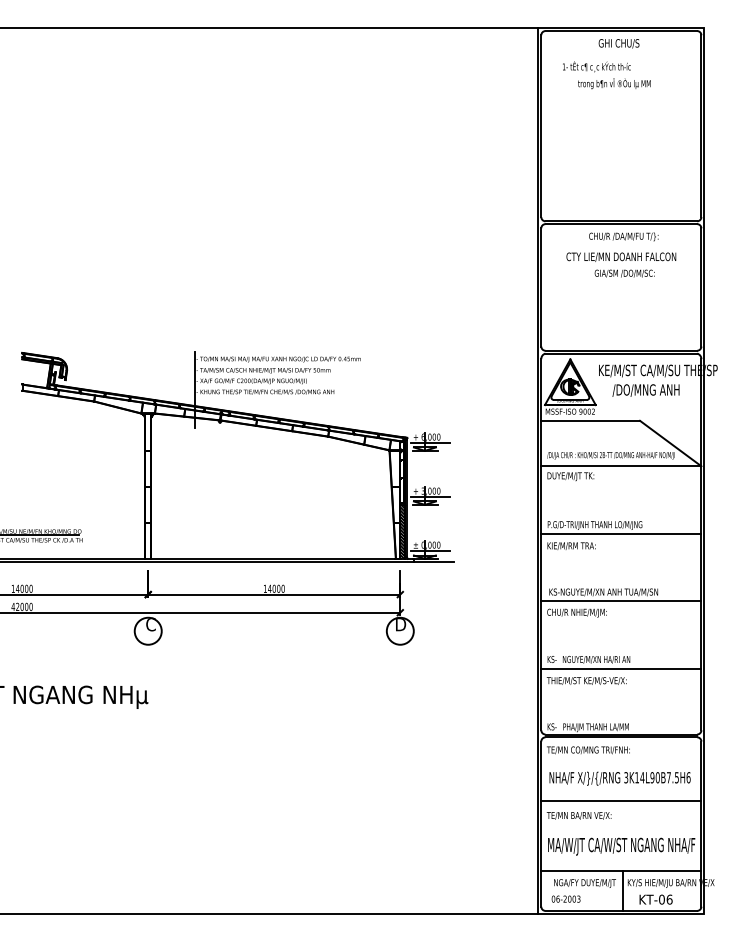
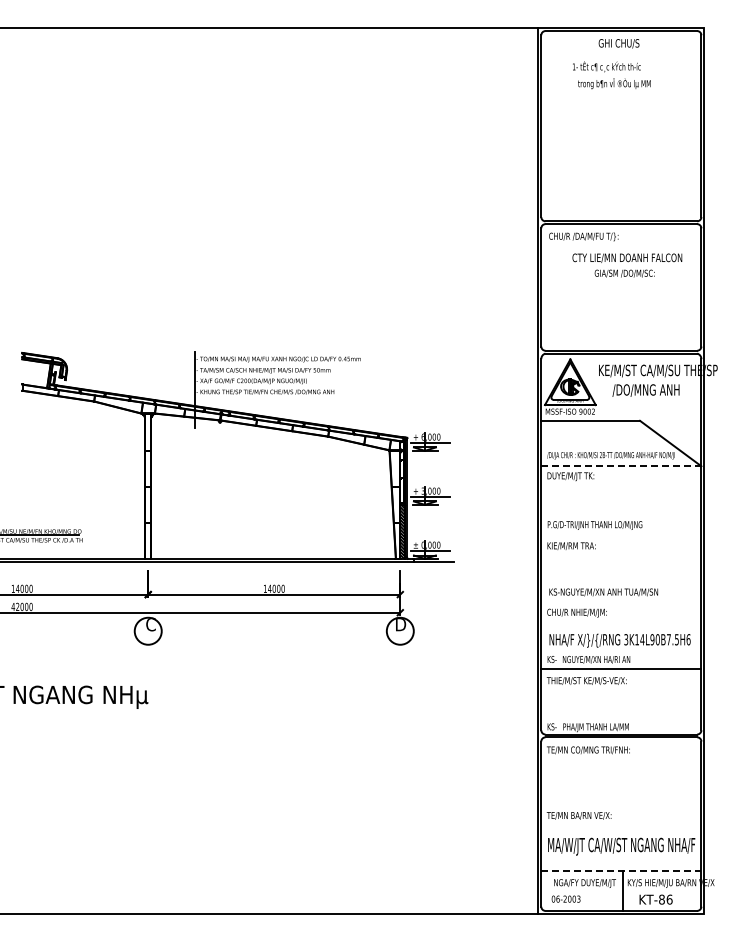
text at (596, 66) position: (596, 66) -> (606, 66)
text at (623, 236) position: (623, 236) -> (583, 236)
text at (621, 256) position: (621, 256) -> (627, 257)
line at (621, 466): solid -> dashed
line at (621, 533): present -> none
line at (621, 601): present -> none
text at (619, 778) position: (619, 778) -> (619, 640)
line at (621, 800): present -> none
line at (621, 871): solid -> dashed
text at (661, 899): KT-06 -> KT-86
